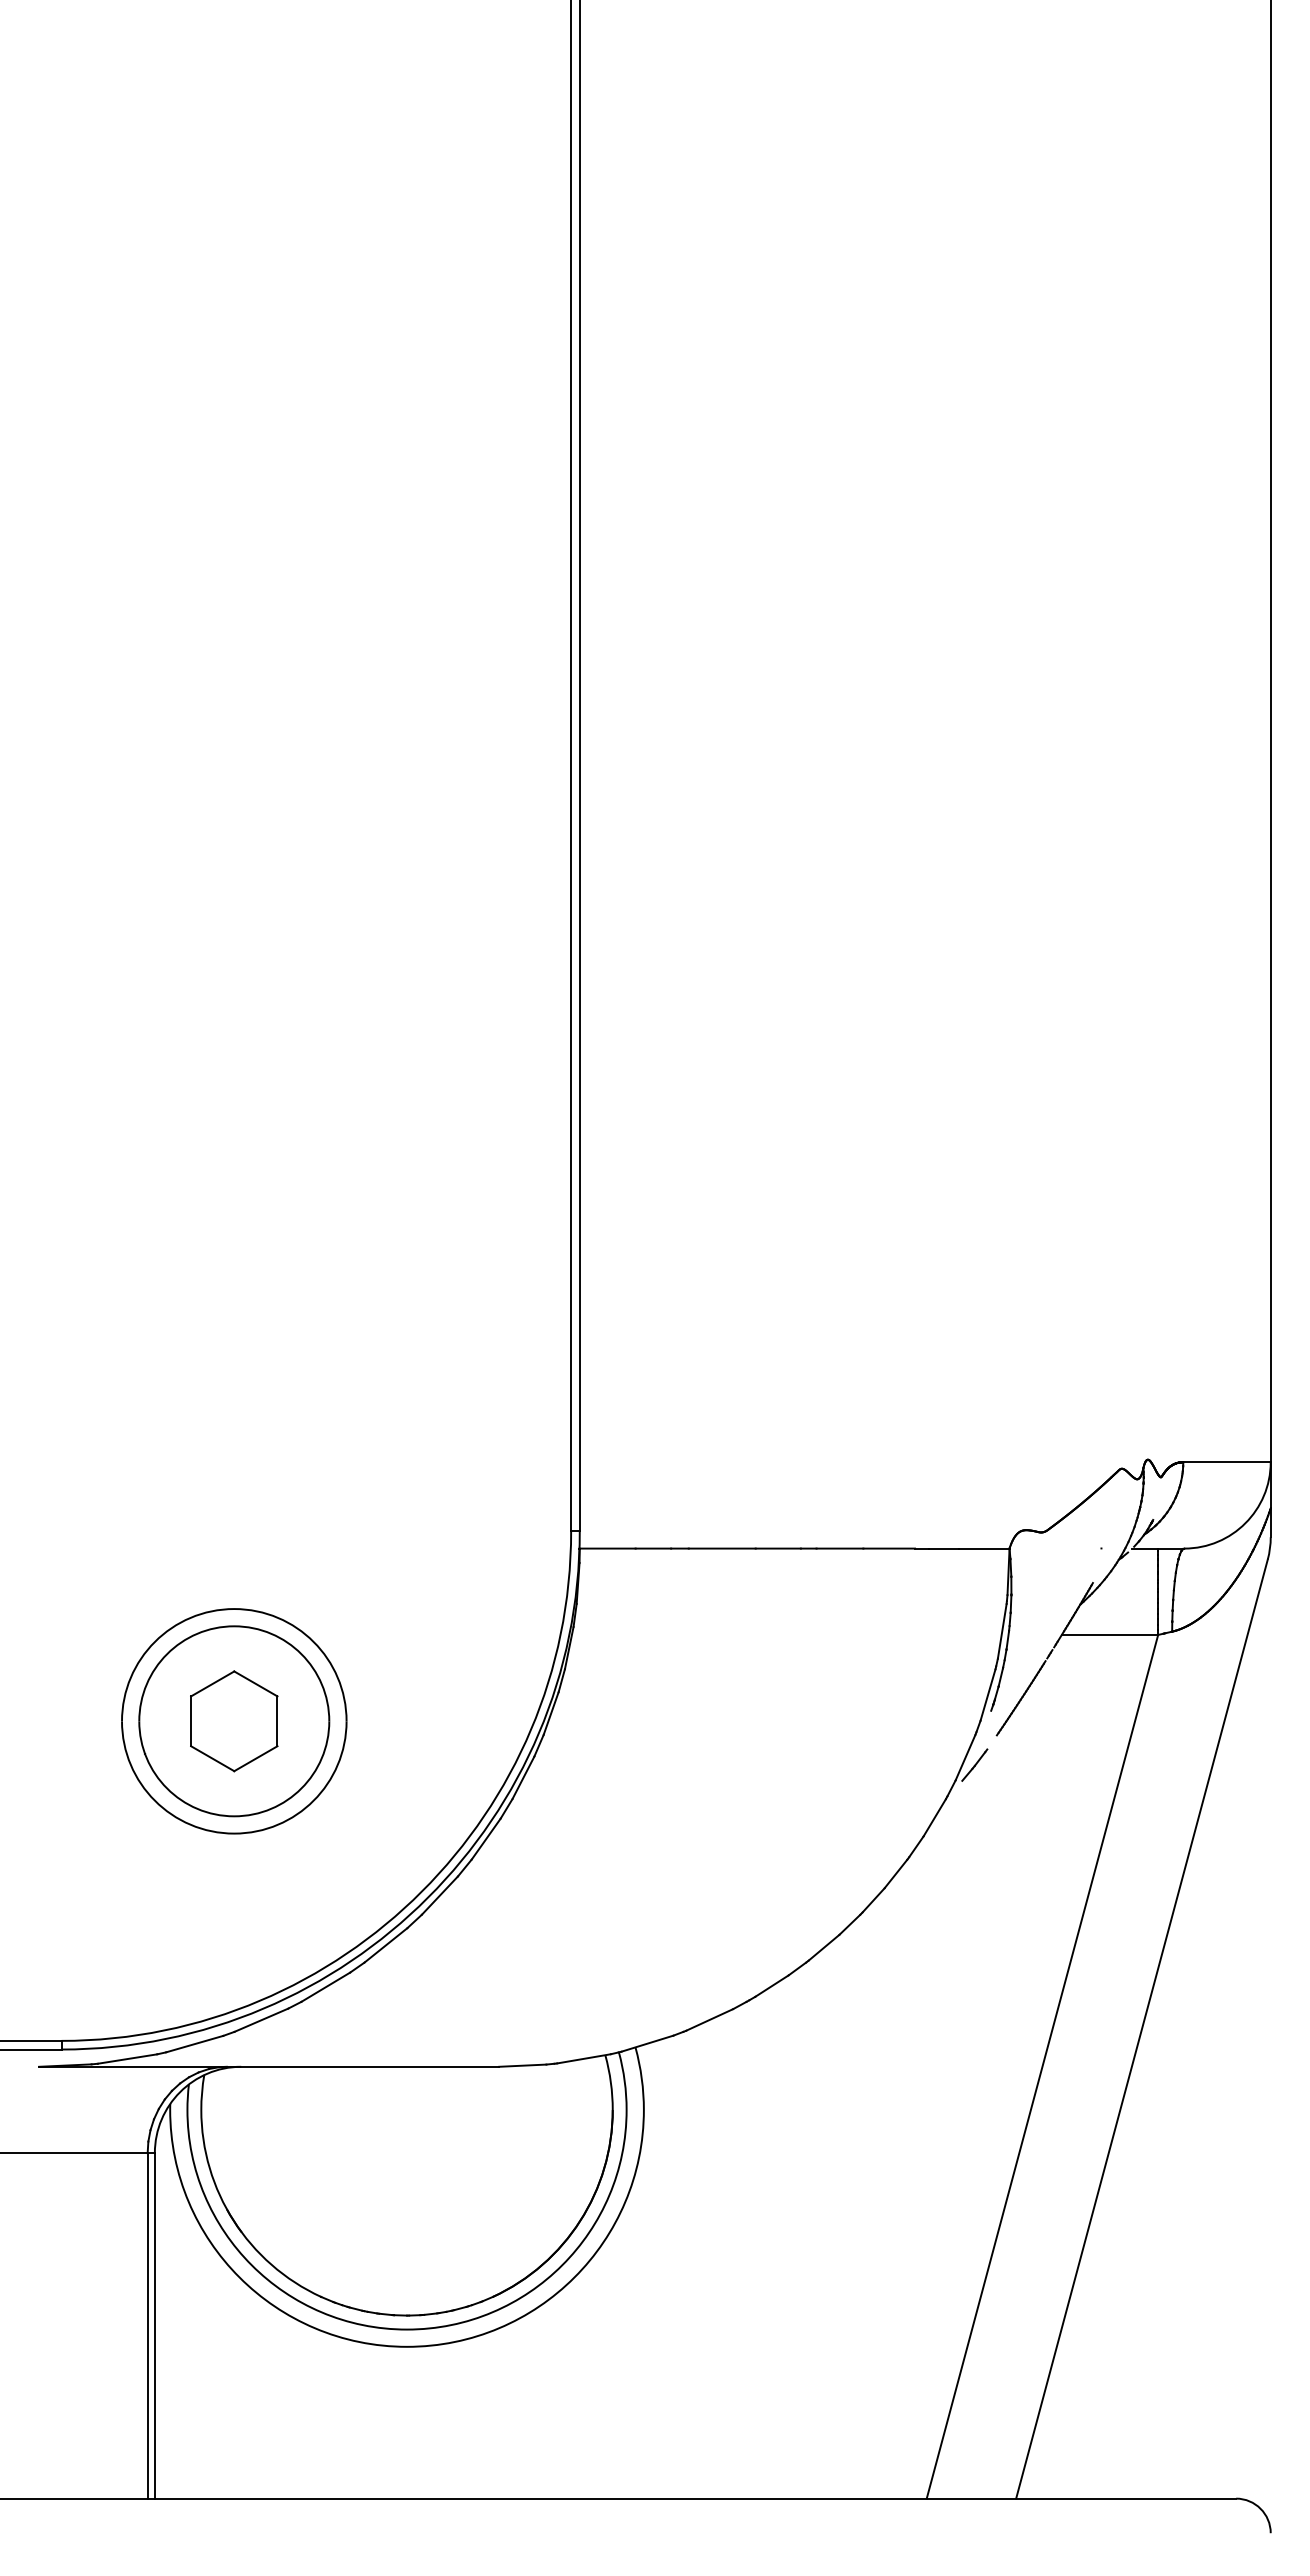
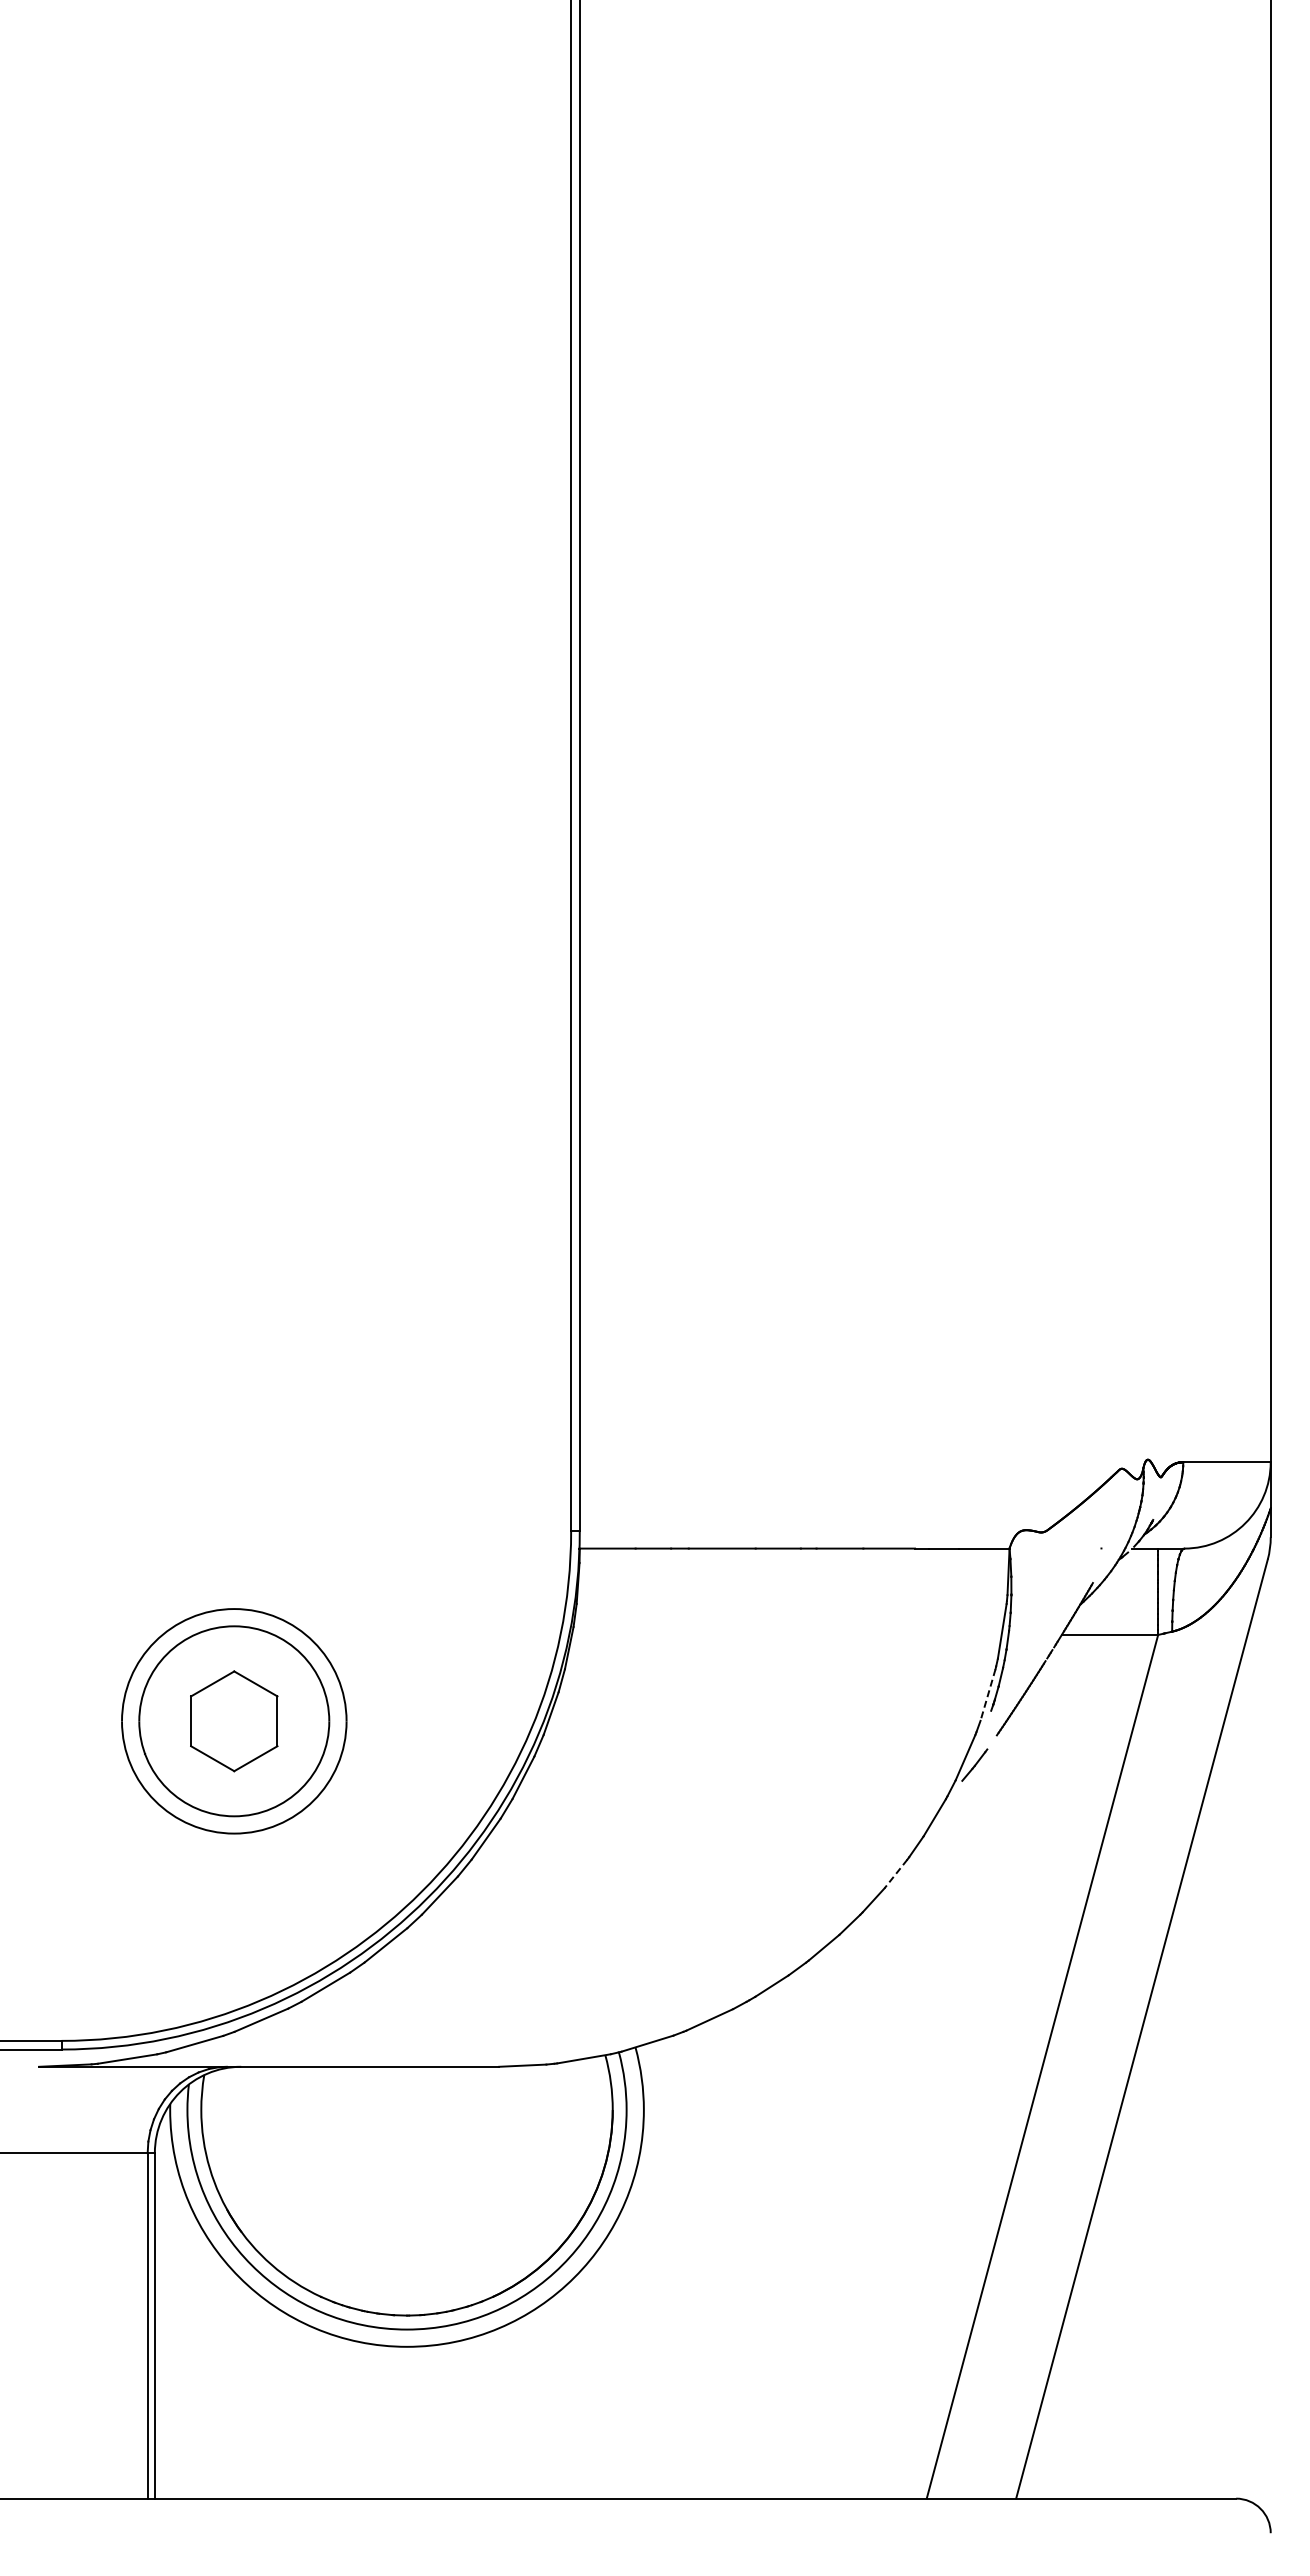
line at (988, 1695): solid -> dashed
line at (895, 1874): solid -> dashed
